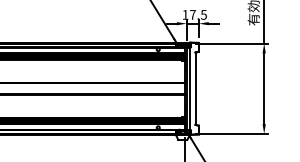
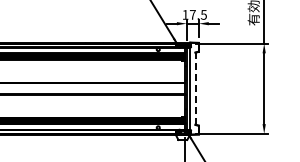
line at (195, 89): solid -> dashed
